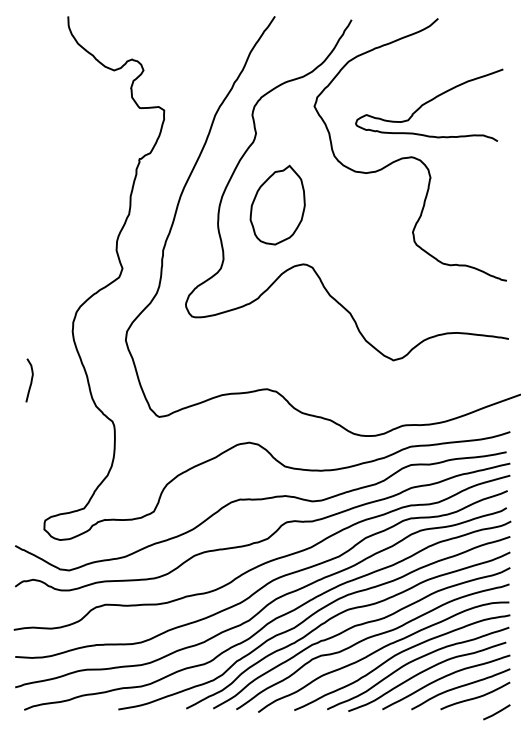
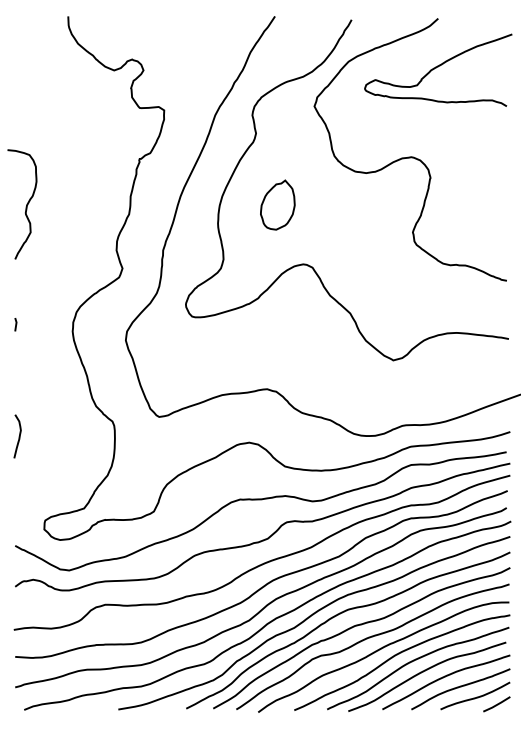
curve at (429, 102) position: (429, 102) -> (438, 67)
part at (277, 204) size: 57x82 px -> 36x52 px
curve at (25, 206): none -> present
line at (15, 324): none -> present
curve at (30, 380) position: (30, 380) -> (18, 436)
line at (496, 712) position: (496, 712) -> (496, 704)
